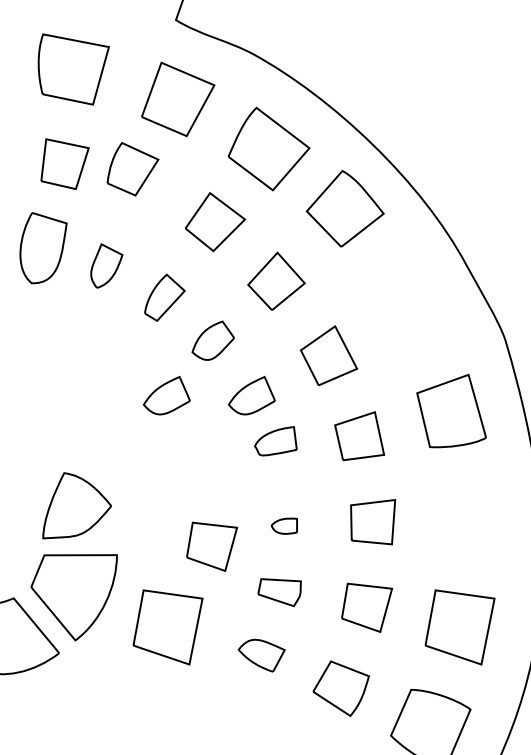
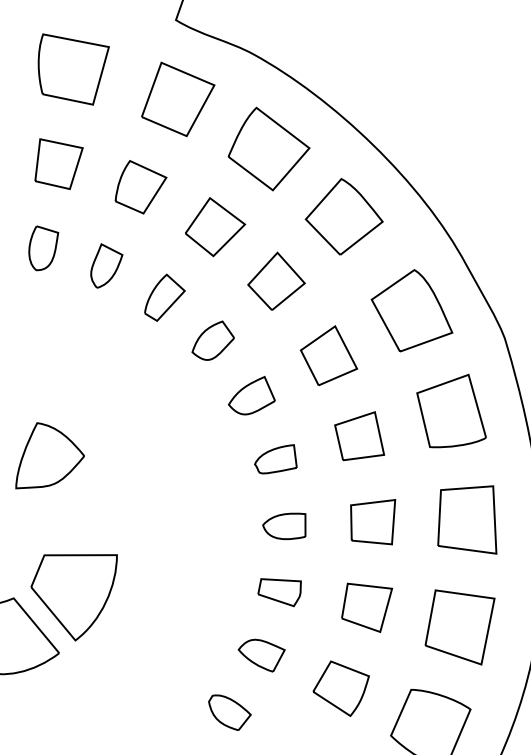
part at (64, 163) position: (64, 163) -> (58, 163)
part at (132, 169) position: (132, 169) -> (140, 187)
part at (344, 208) position: (344, 208) -> (343, 216)
part at (215, 222) position: (215, 222) -> (215, 227)
part at (43, 248) size: 49x73 px -> 32x47 px
part at (411, 310): none -> present
part at (166, 395): present -> none
part at (275, 441) position: (275, 441) -> (275, 459)
part at (76, 505) position: (76, 505) -> (49, 455)
part at (467, 519): none -> present
part at (283, 525) size: 28x18 px -> 45x28 px
part at (212, 546): present -> none
part at (167, 627): present -> none
part at (229, 712): none -> present
